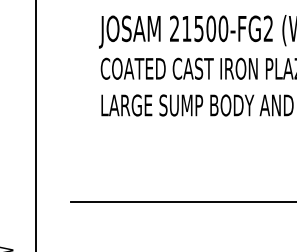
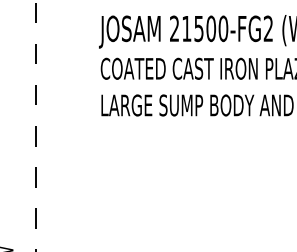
line at (36, 126): solid -> dashed
line at (182, 201): present -> none
